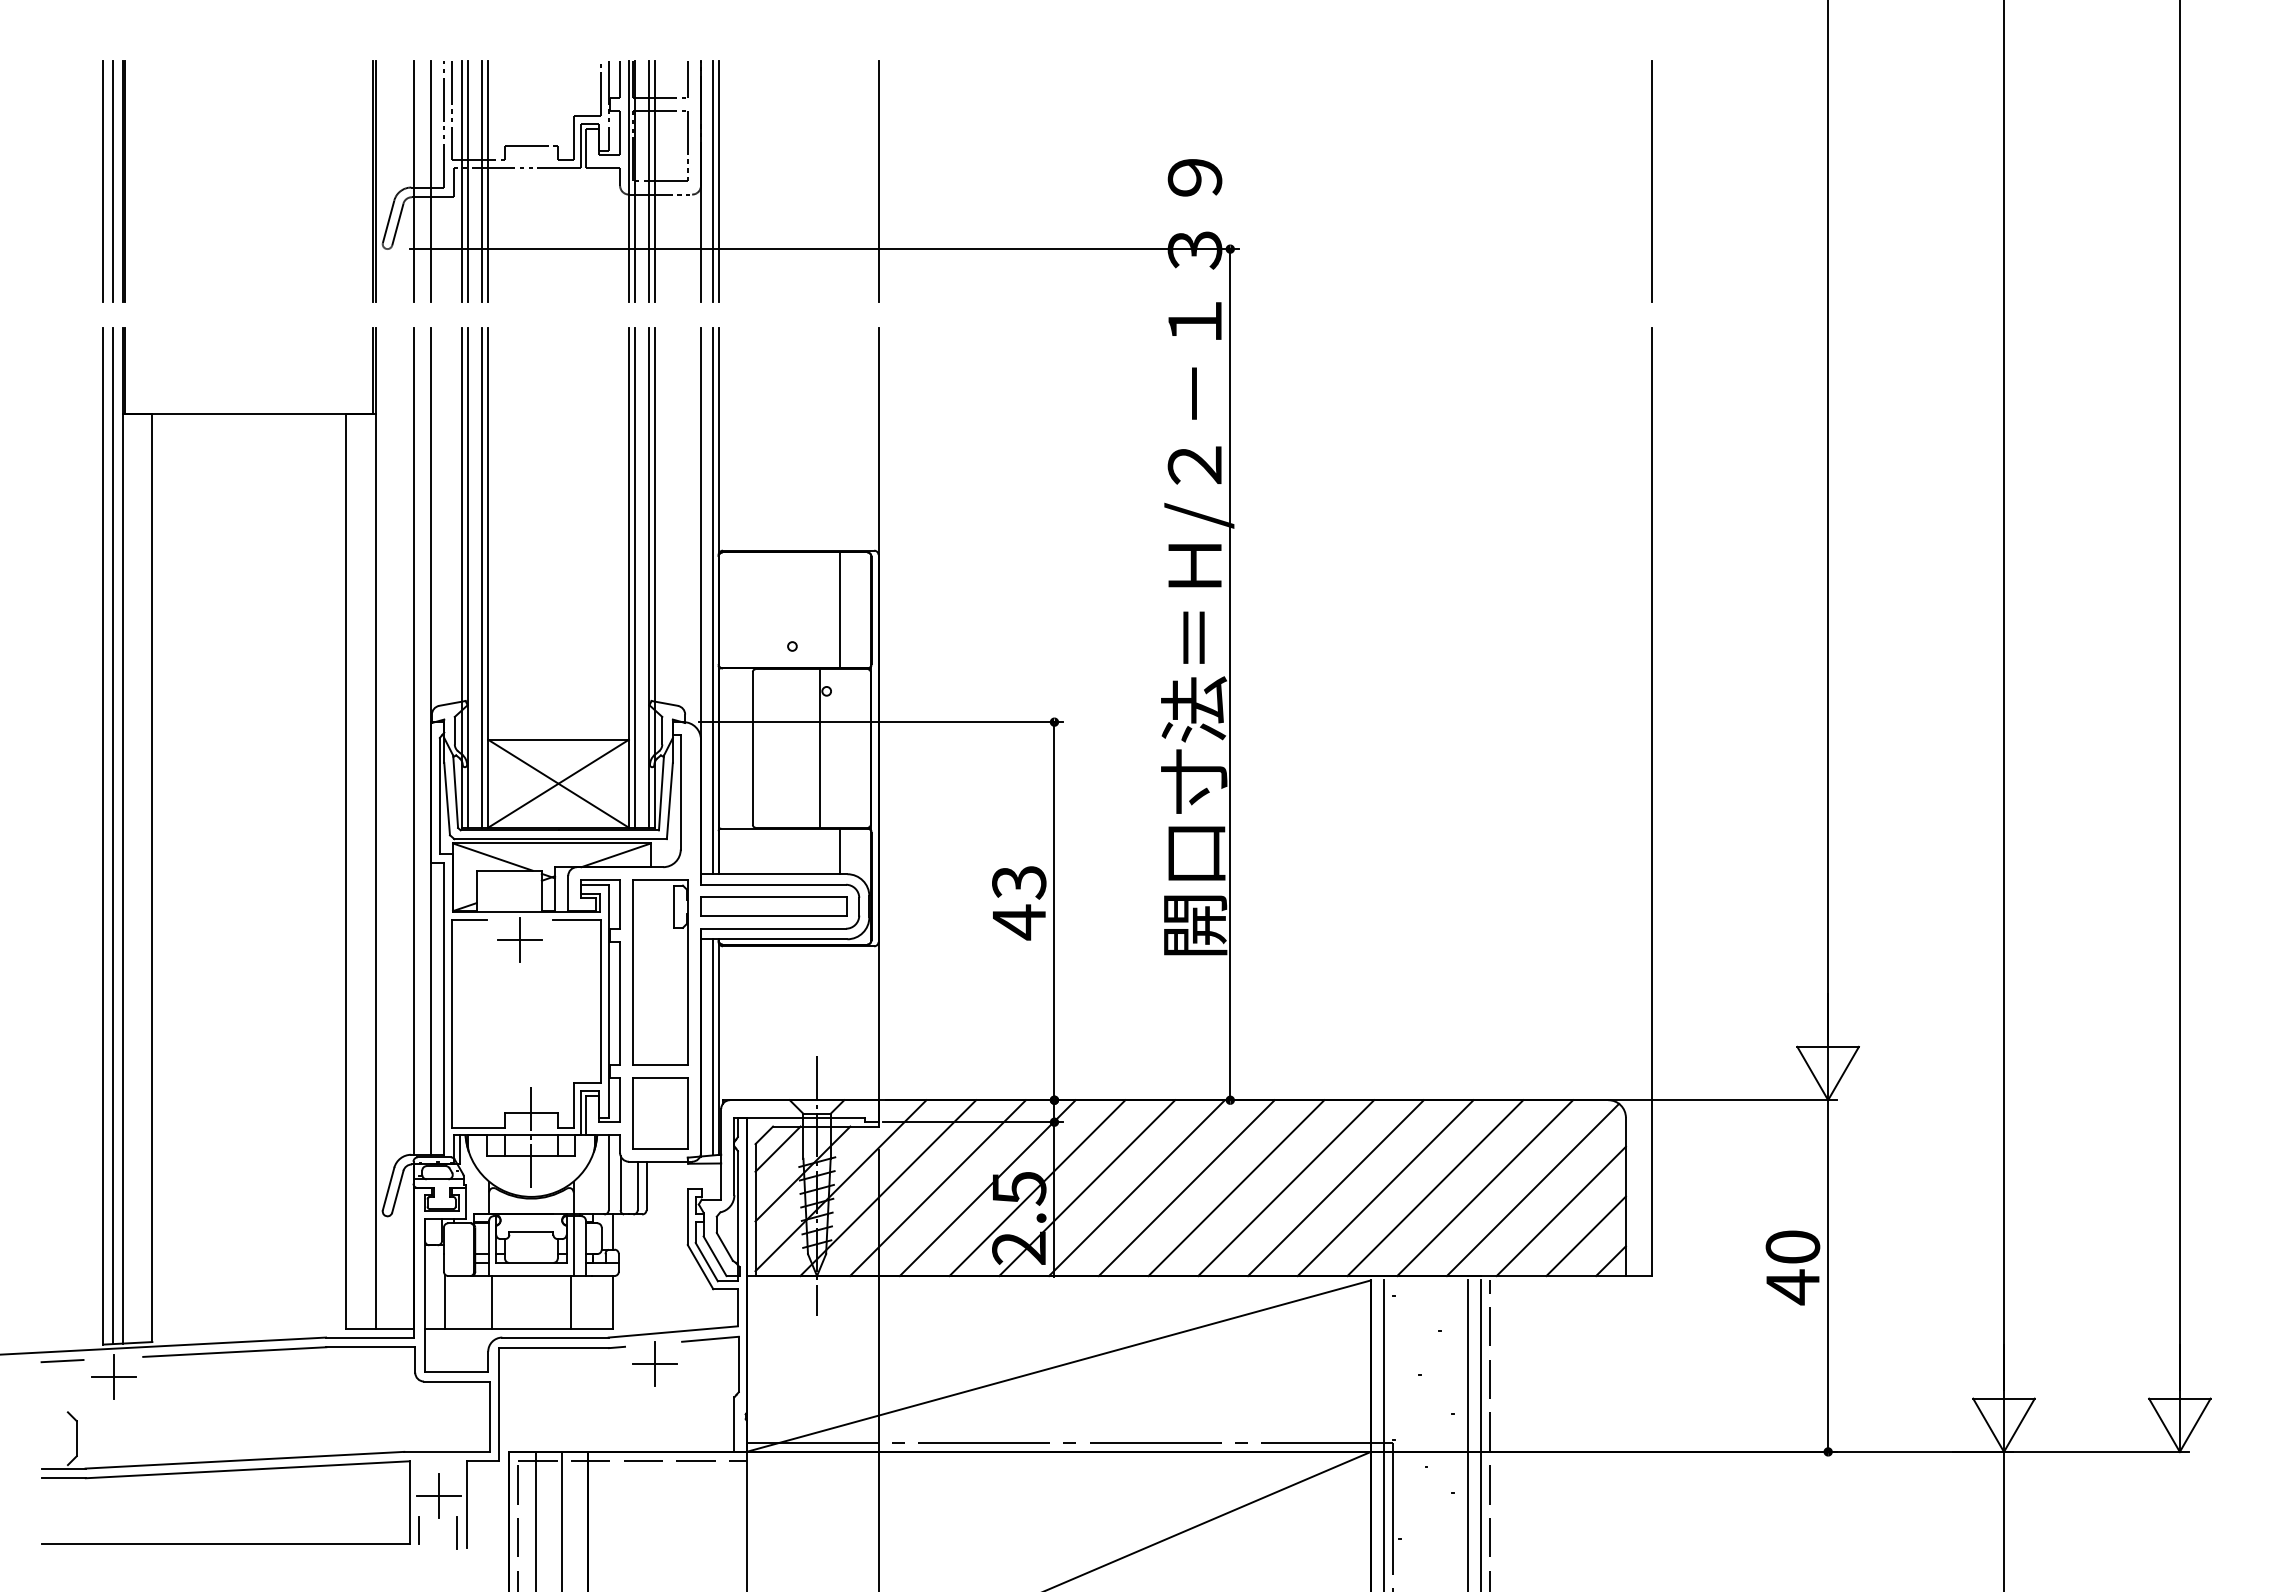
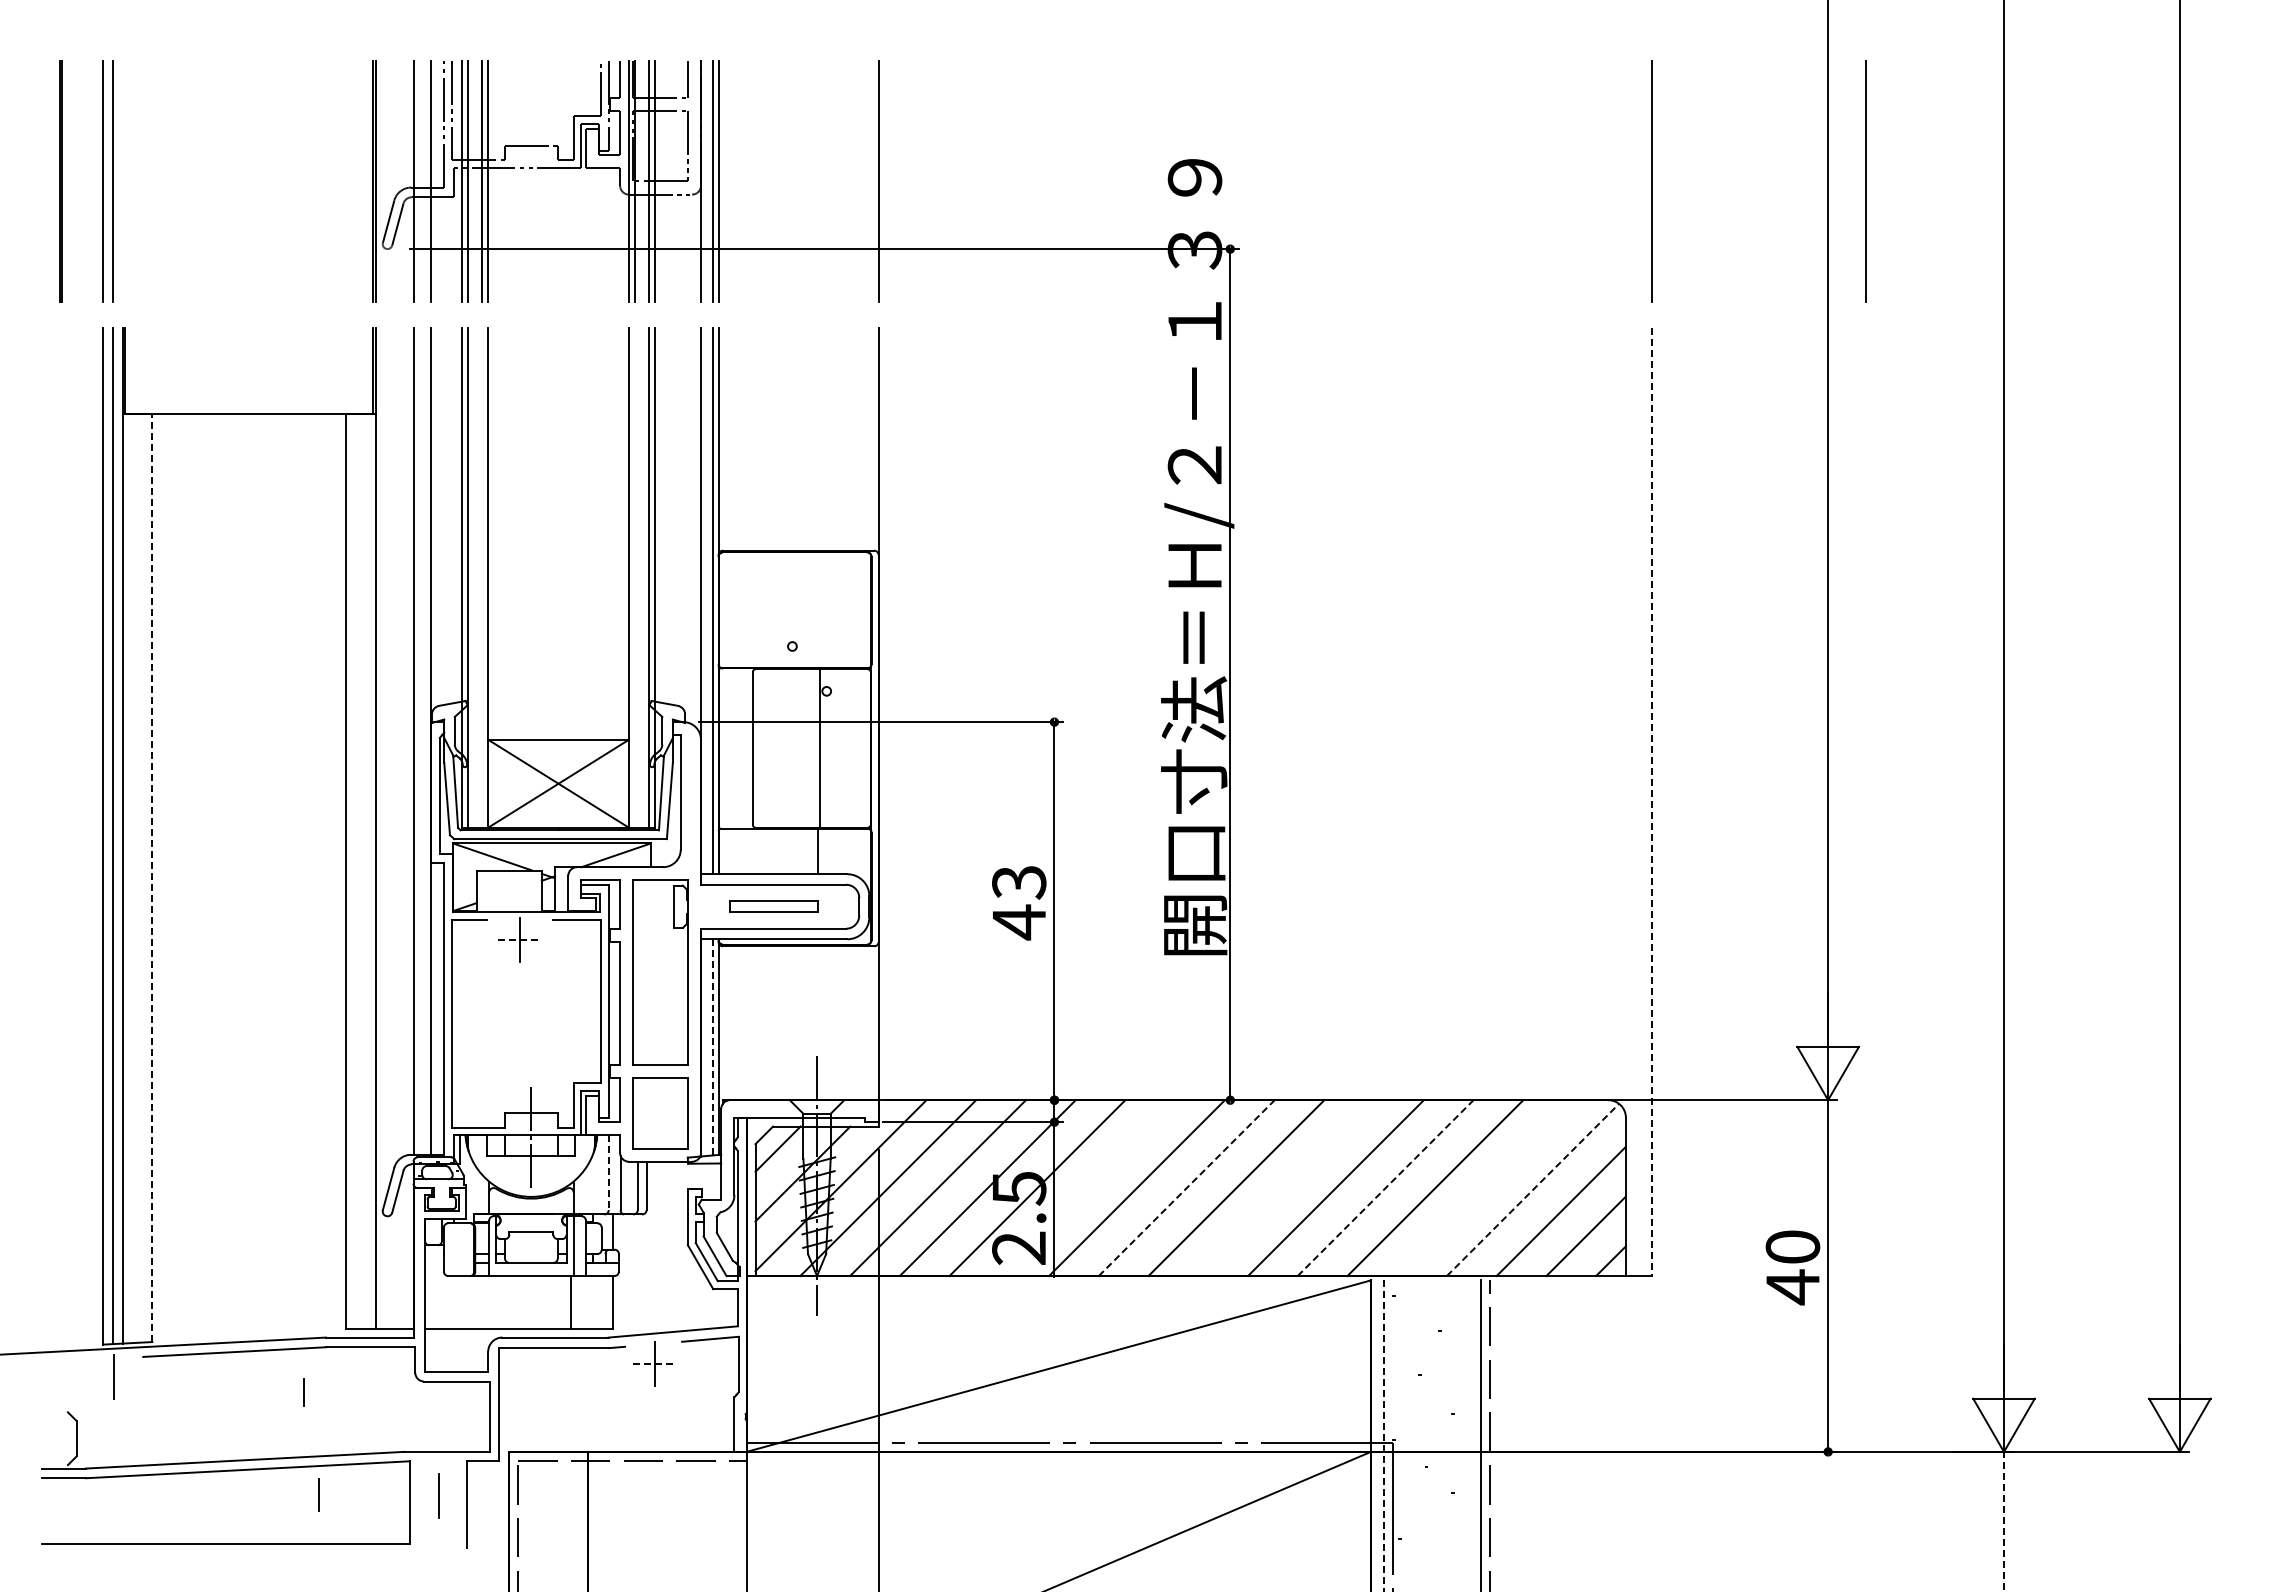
line at (123, 181) position: (123, 181) -> (60, 181)
line at (1865, 181): none -> present
line at (482, 577): present -> none
line at (635, 577): present -> none
line at (840, 610): present -> none
line at (1652, 802): solid -> dashed
line at (840, 851) position: (840, 851) -> (818, 851)
line at (152, 877): solid -> dashed
part at (773, 906) size: 148x21 px -> 90x13 px
line at (519, 940): solid -> dashed
line at (713, 1047): solid -> dashed
line at (608, 1173): solid -> dashed
line at (1187, 1187): solid -> dashed
line at (1386, 1187): solid -> dashed
line at (1087, 1188): present -> none
line at (1286, 1188): present -> none
line at (1485, 1188): present -> none
line at (1533, 1189): solid -> dashed
line at (445, 1301): present -> none
line at (491, 1302): present -> none
line at (62, 1361): present -> none
line at (655, 1363): solid -> dashed
line at (113, 1377): present -> none
line at (1467, 1434): present -> none
line at (1384, 1436): solid -> dashed
line at (438, 1495): present -> none
line at (535, 1519): present -> none
line at (562, 1519): present -> none
line at (2004, 1521): solid -> dashed
line at (418, 1530) position: (418, 1530) -> (303, 1392)
line at (456, 1532) position: (456, 1532) -> (318, 1494)
